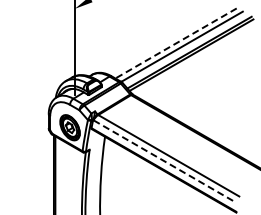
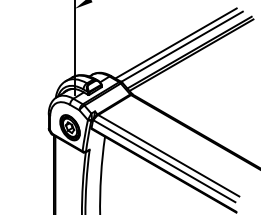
line at (175, 43): dashed -> solid
line at (164, 161): dashed -> solid
